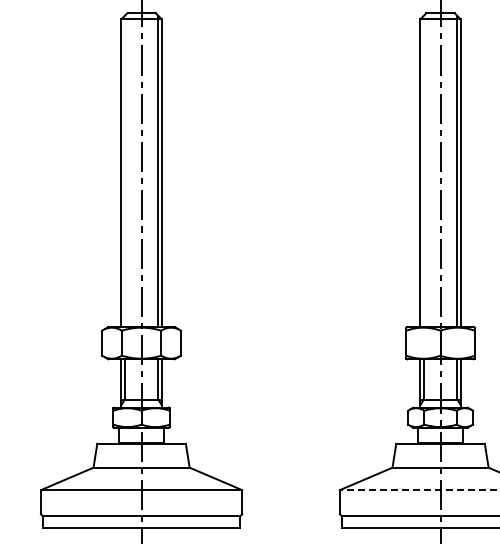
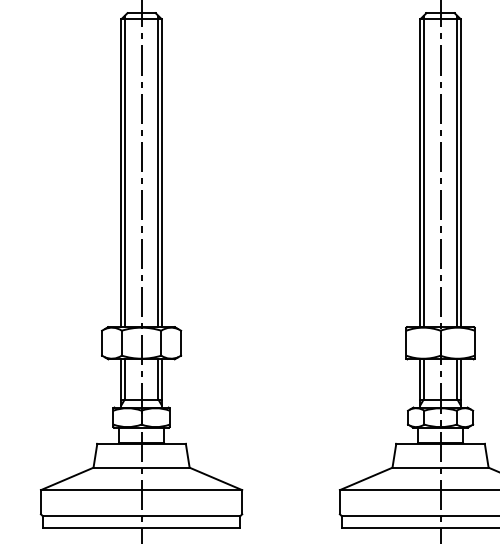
line at (124, 171): none -> present
line at (423, 171): none -> present
line at (419, 490): dashed -> solid
